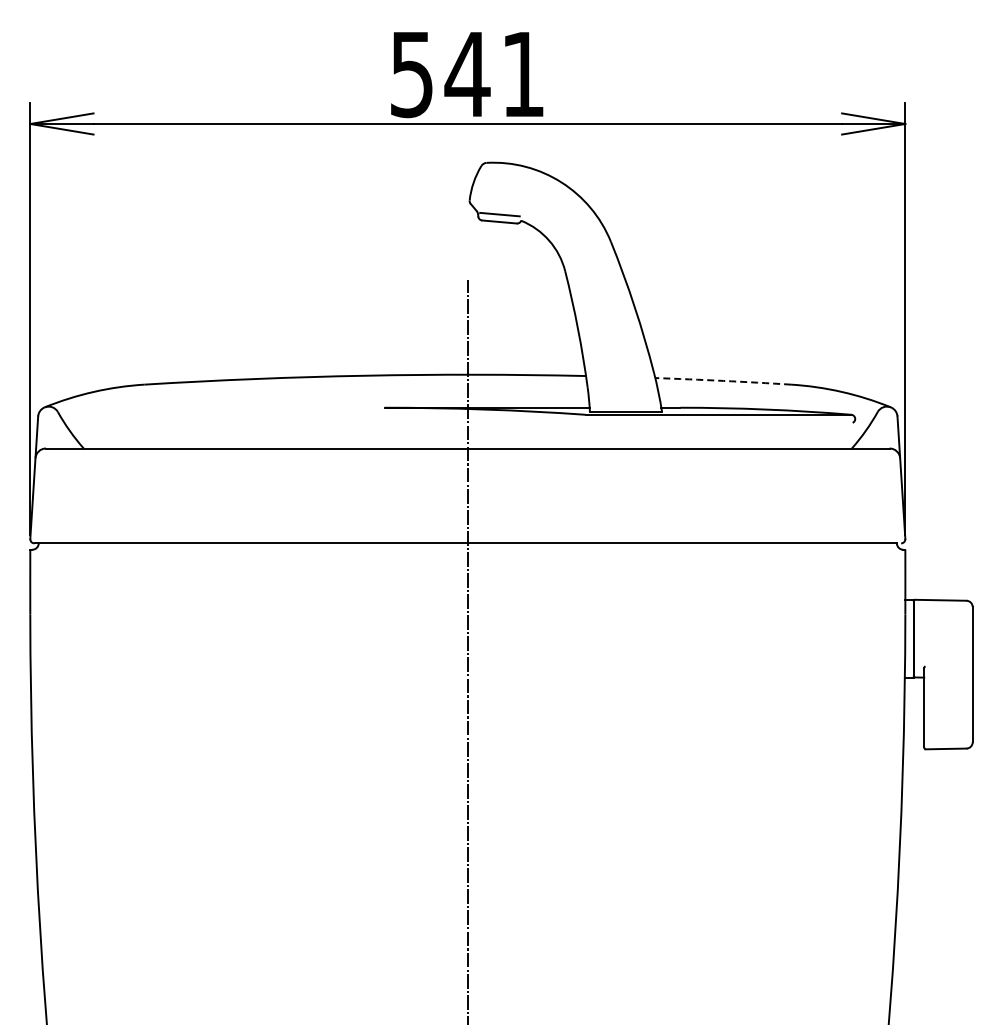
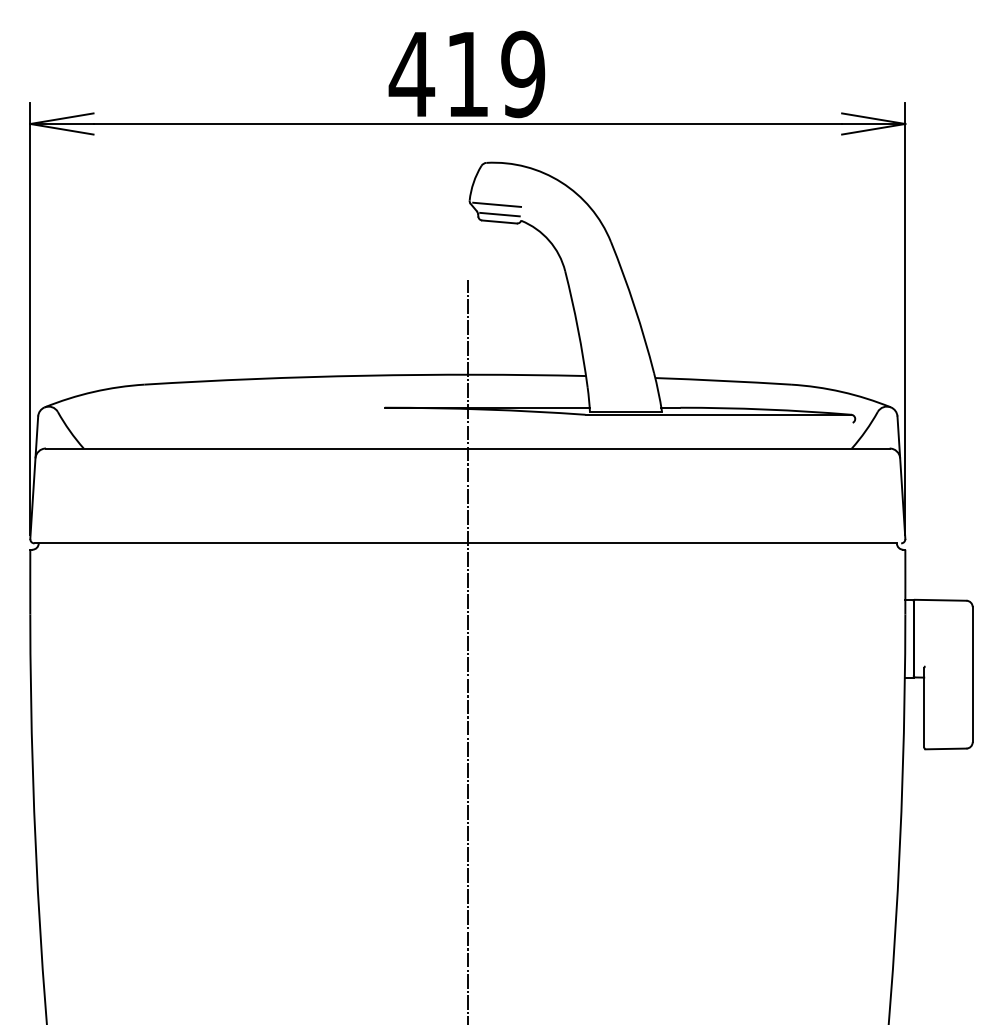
text at (466, 74): 541 -> 419
line at (497, 204): none -> present
arc at (723, 380): dashed -> solid
